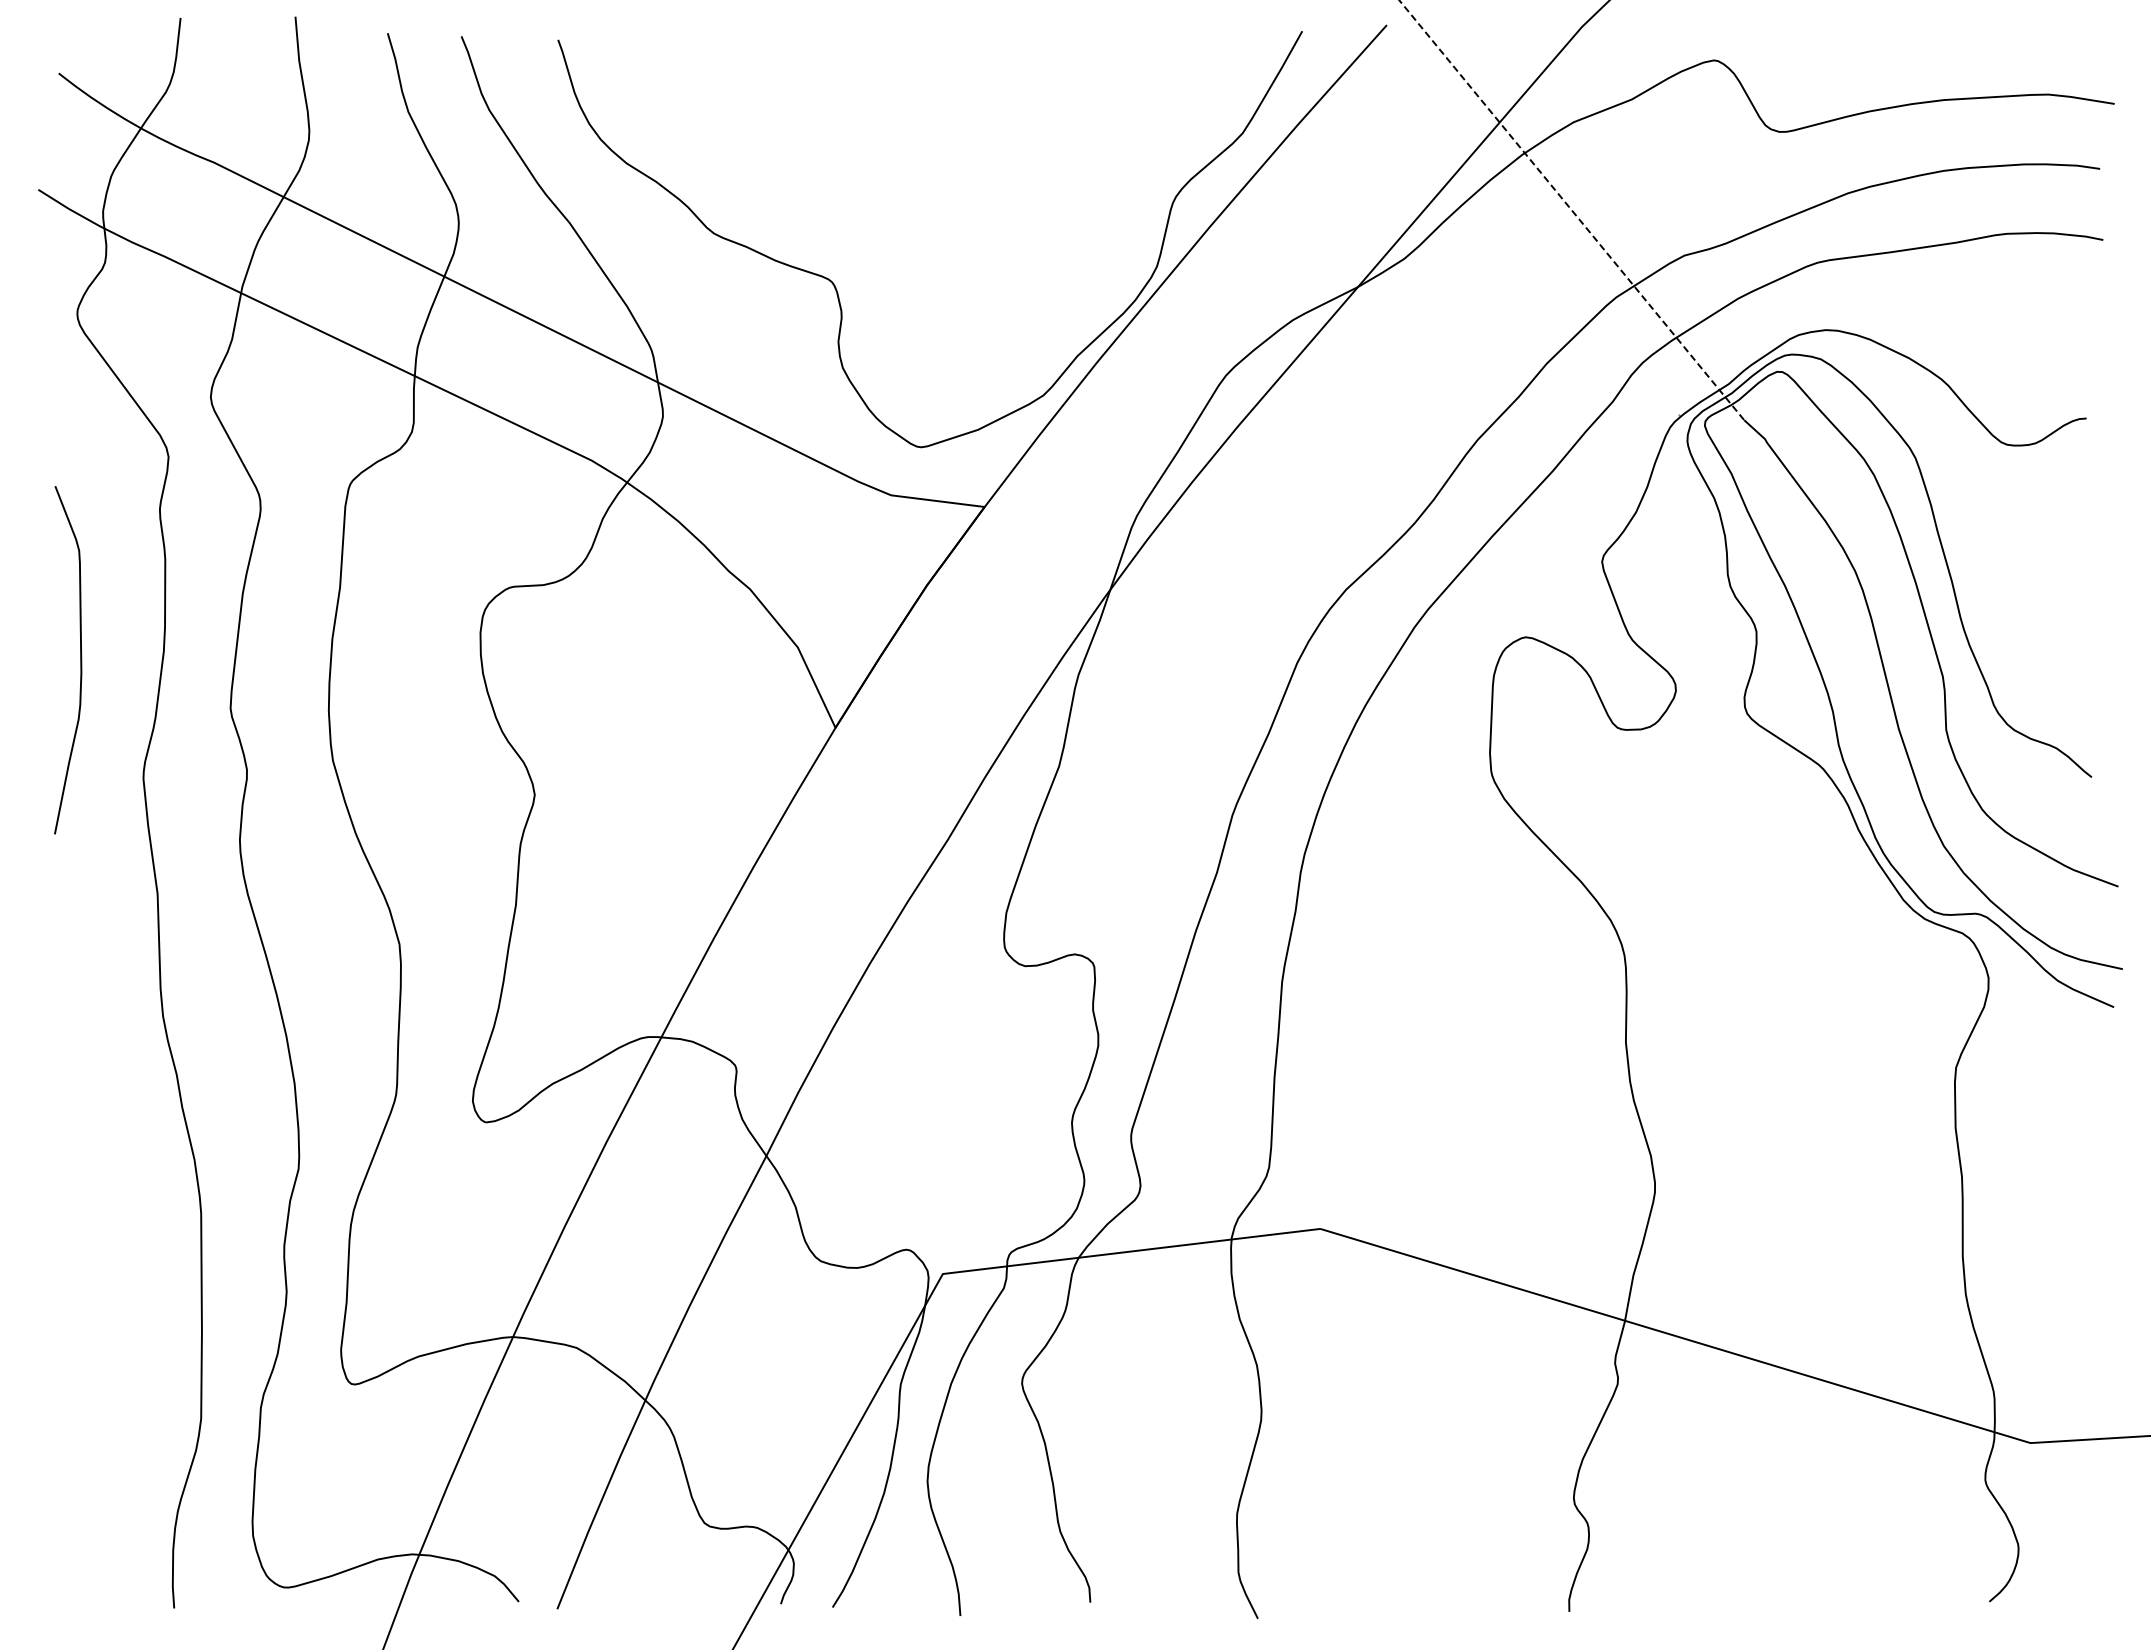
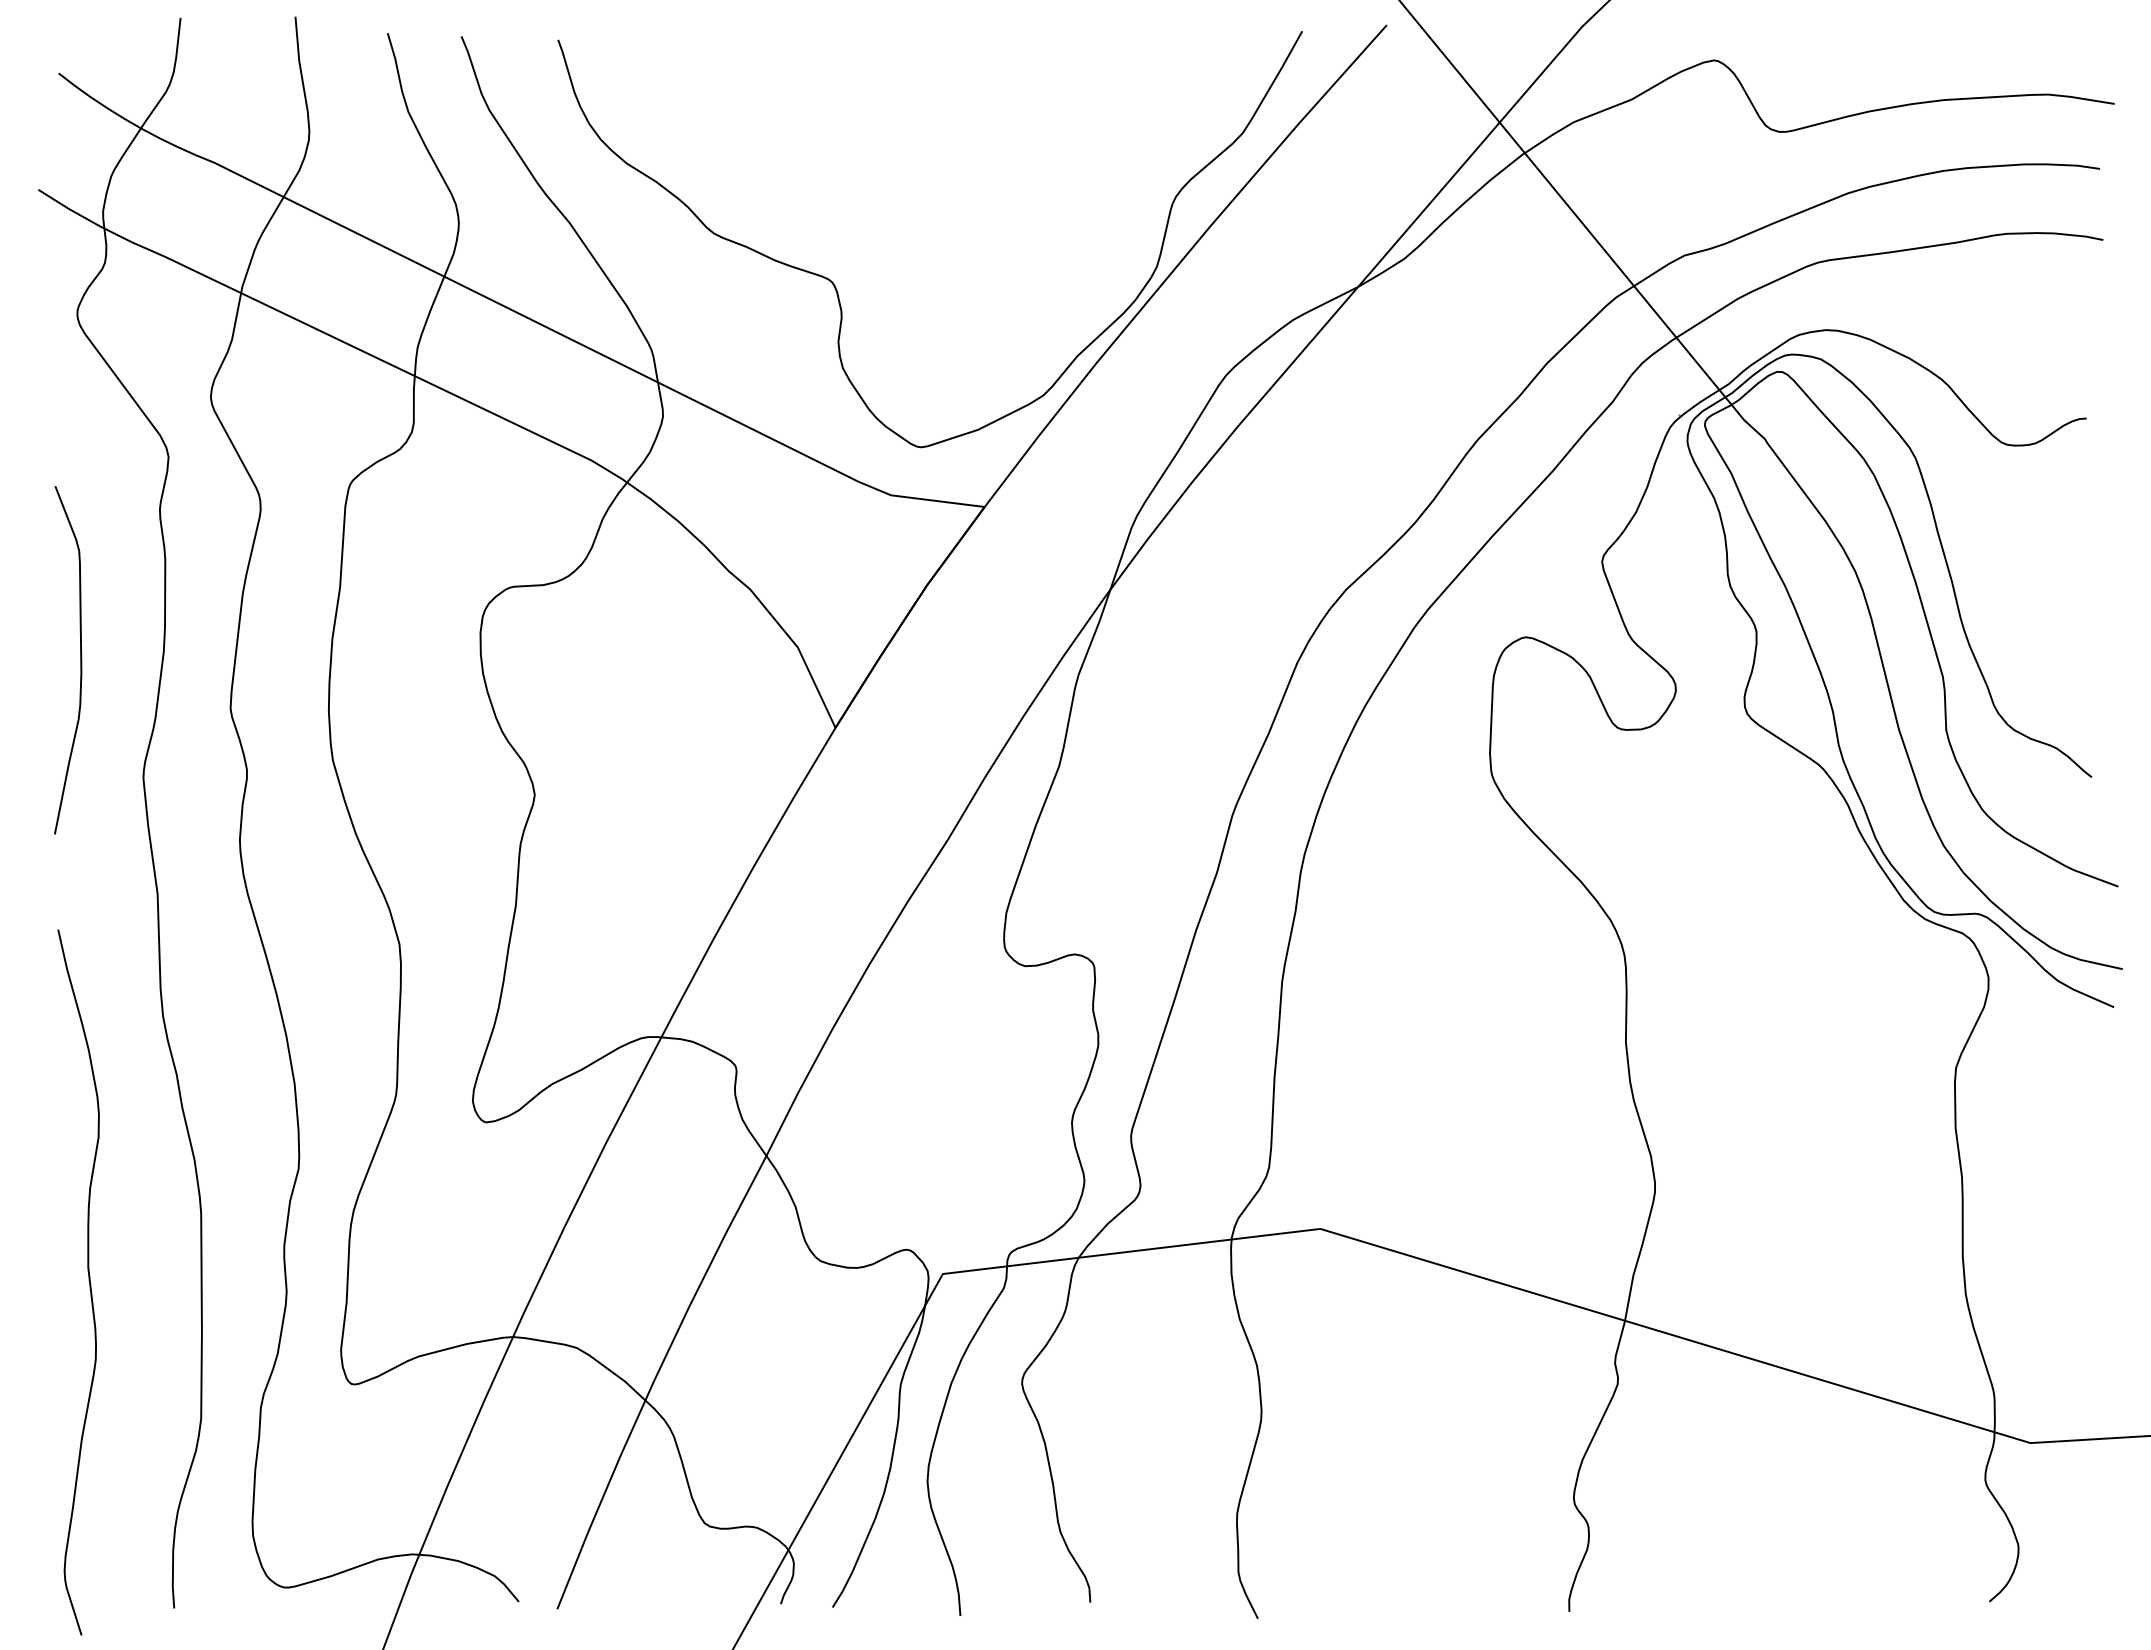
line at (1571, 210): dashed -> solid
curve at (88, 1280): none -> present
